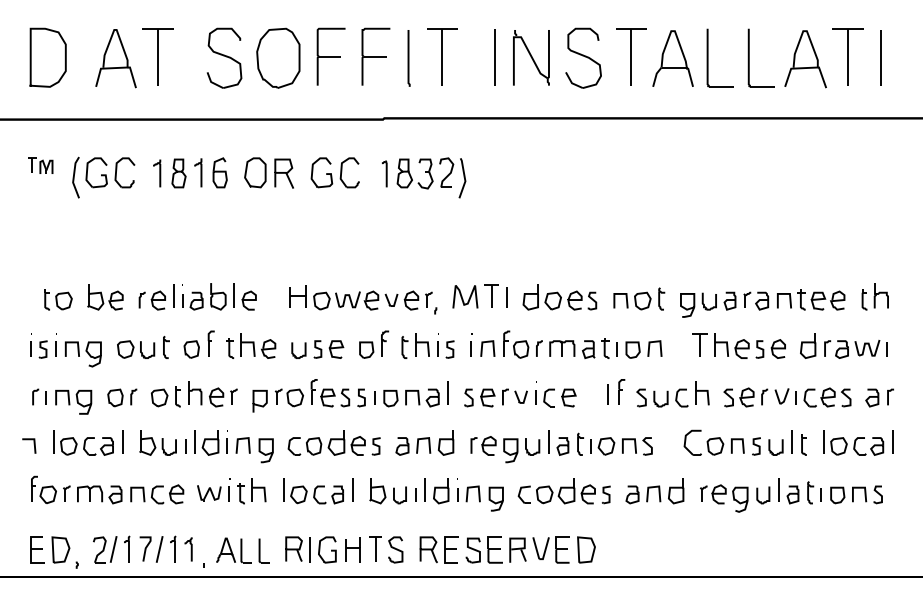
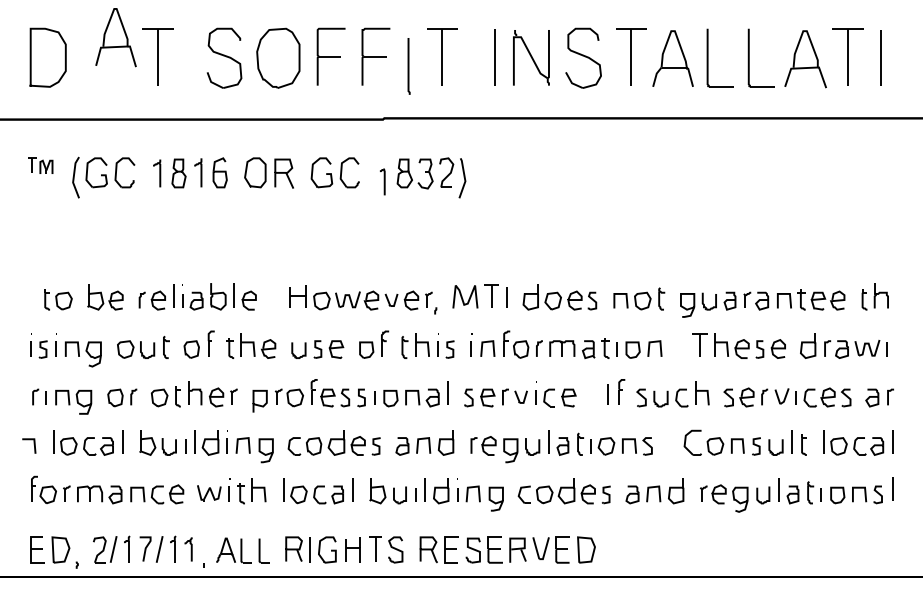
part at (115, 58) position: (115, 58) -> (115, 37)
line at (408, 58) position: (408, 58) -> (408, 66)
part at (384, 173) position: (384, 173) -> (382, 181)
line at (892, 488): none -> present
